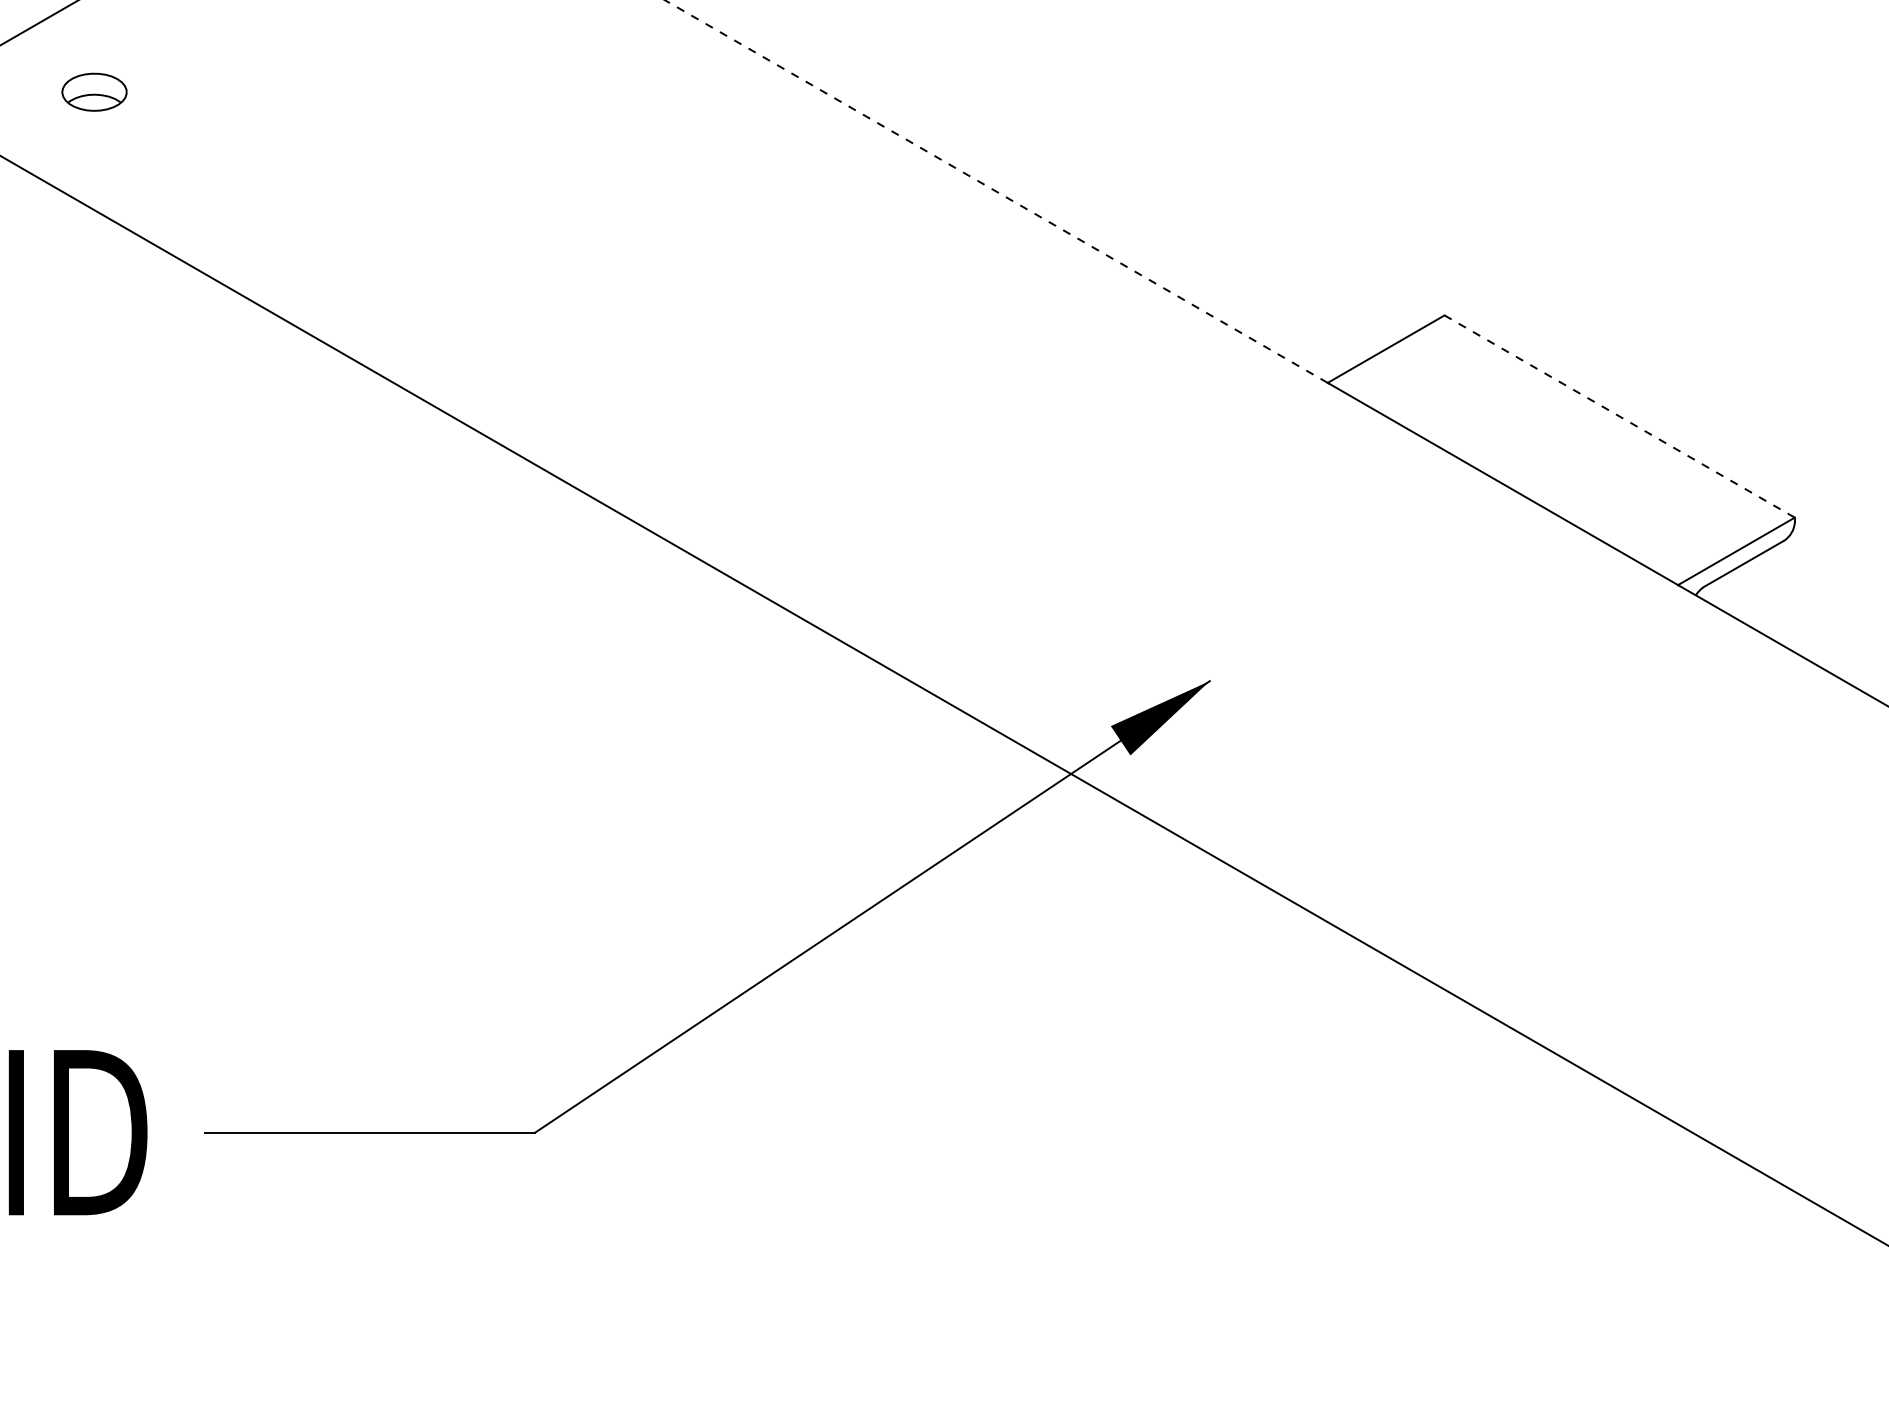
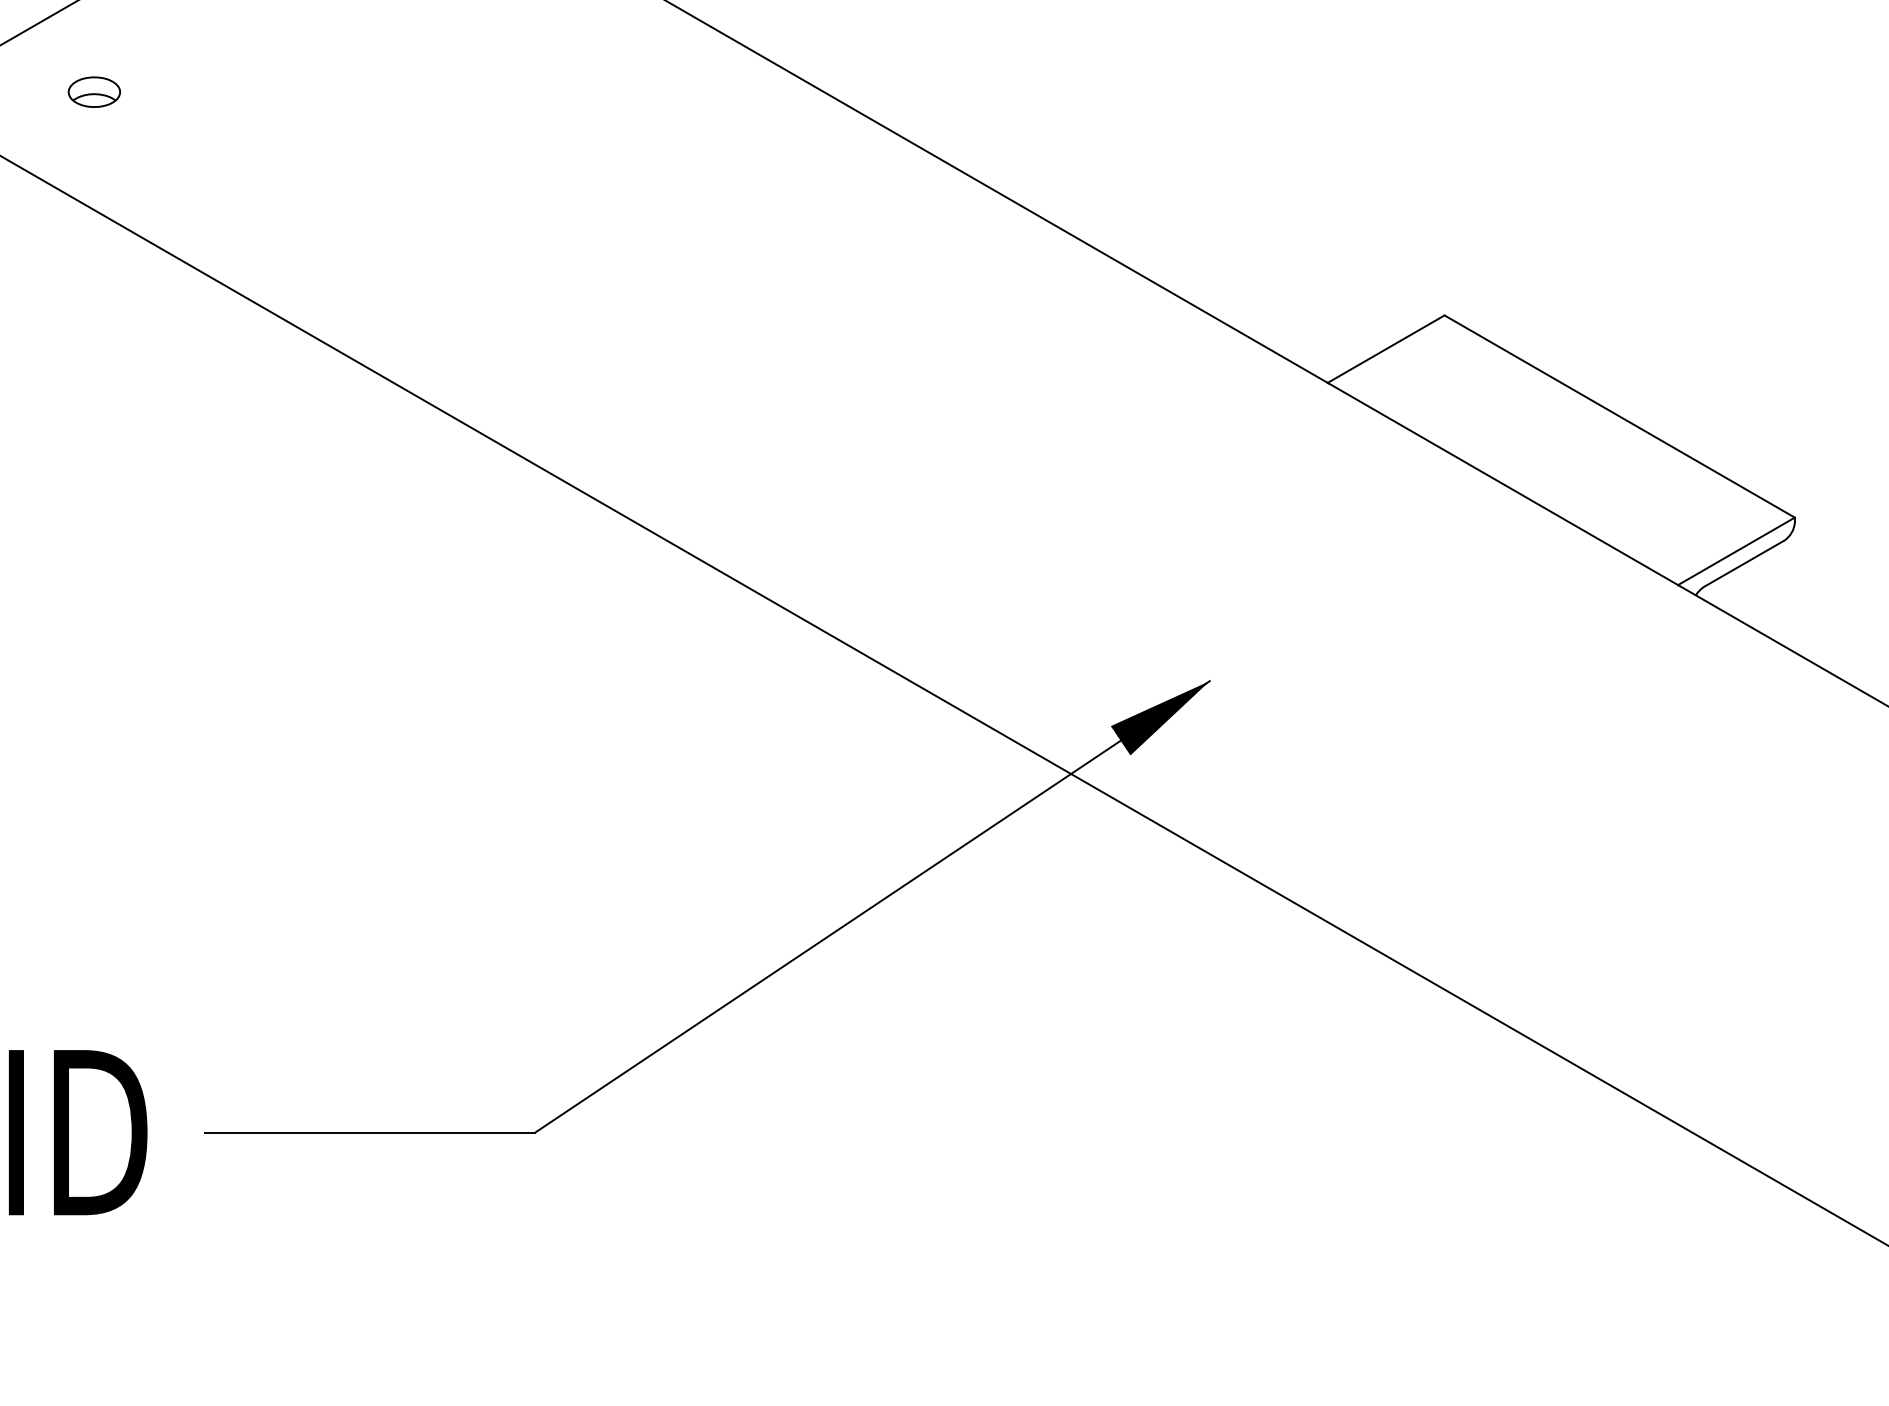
part at (94, 91) size: 67x40 px -> 54x32 px
line at (996, 191): dashed -> solid
line at (1619, 416): dashed -> solid
